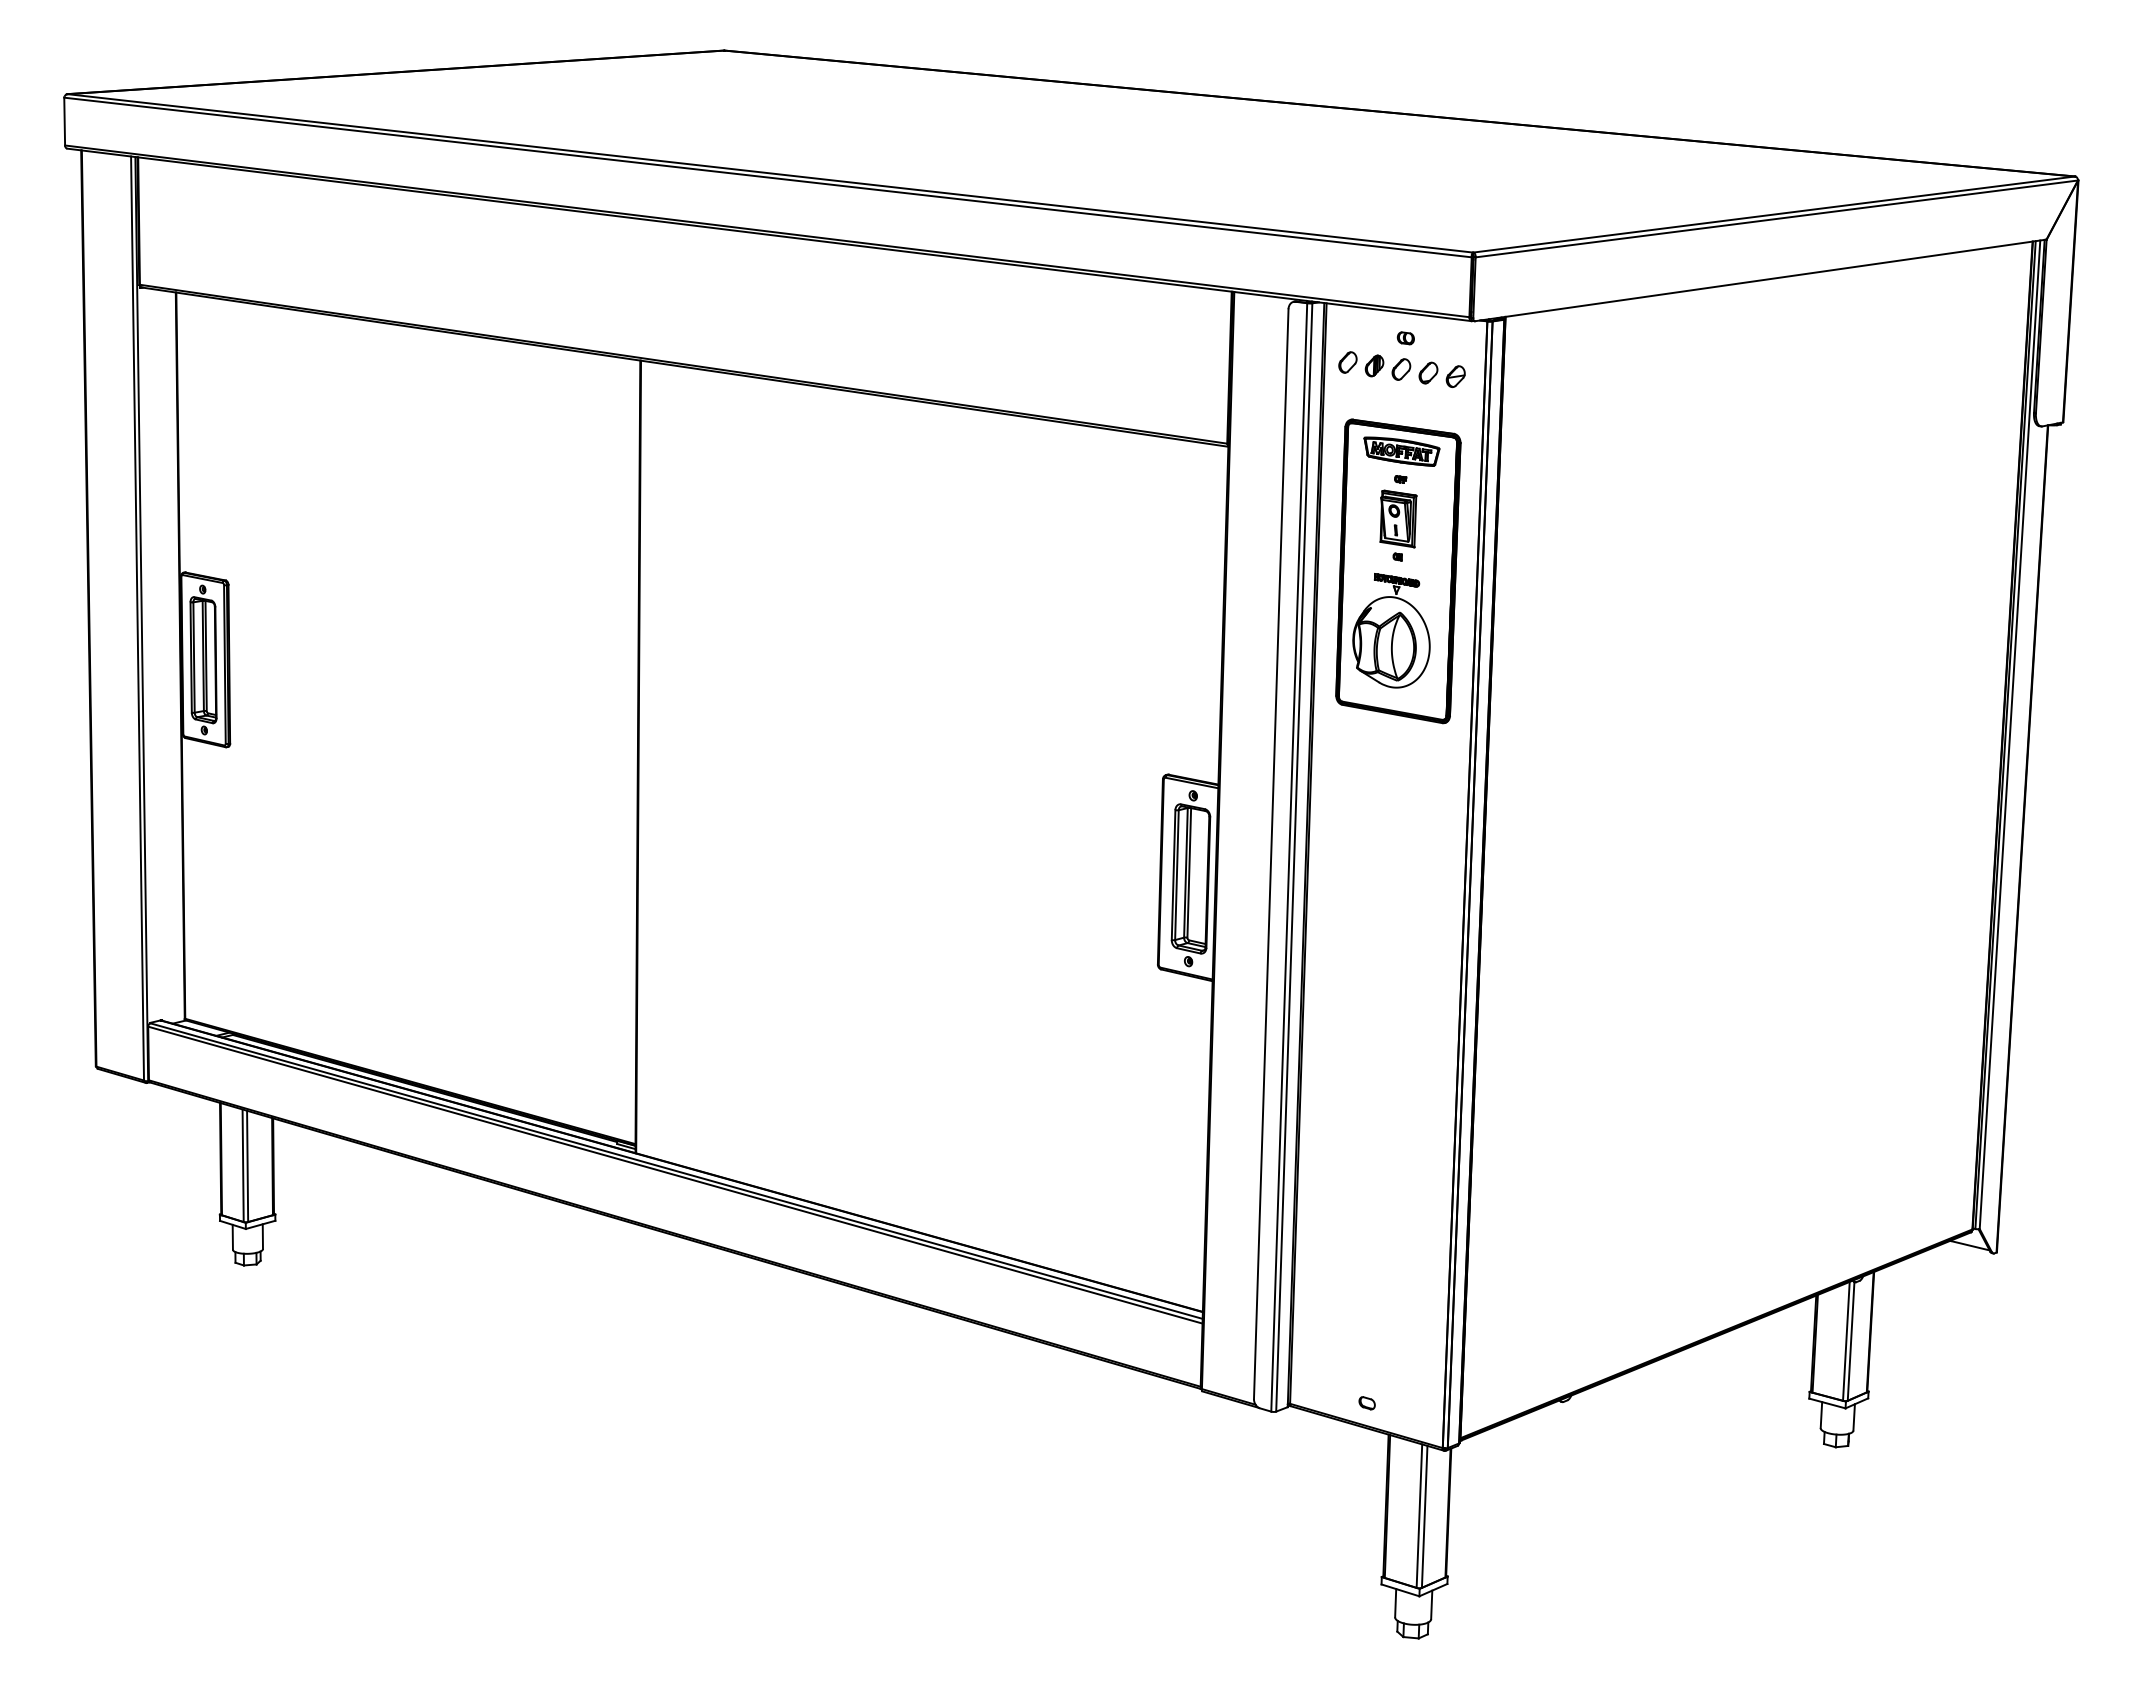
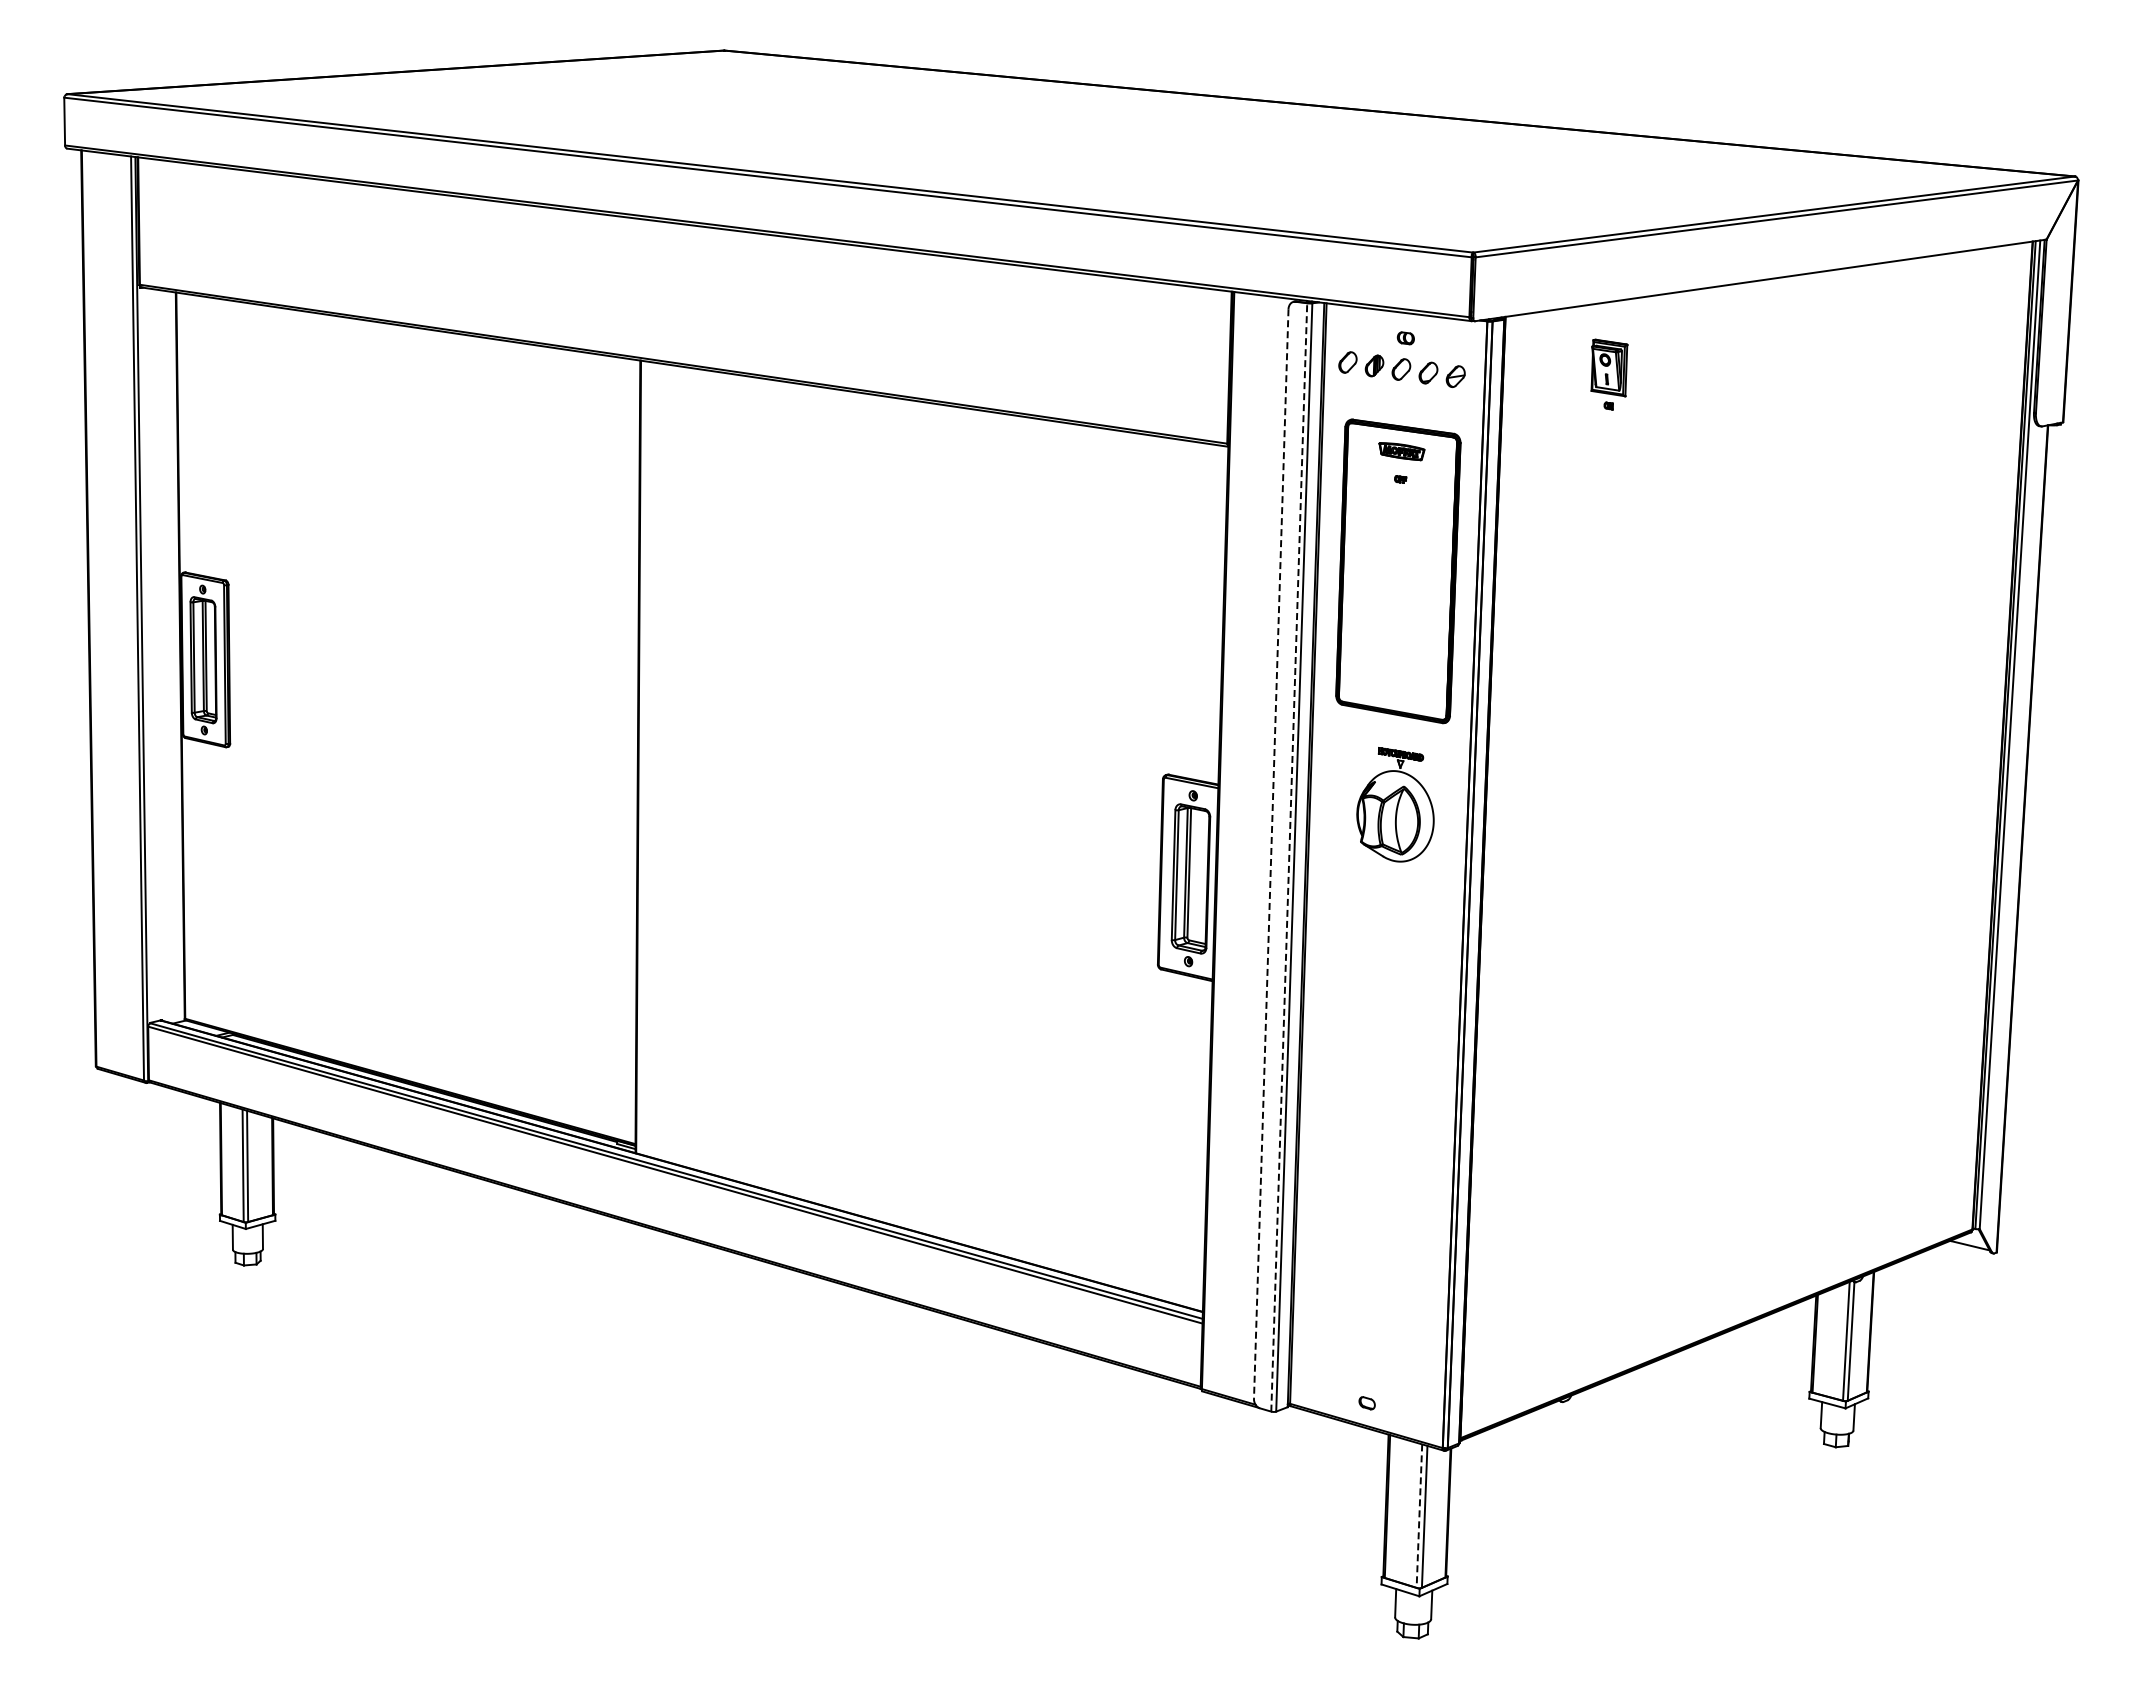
part at (1401, 451) size: 78x31 px -> 48x20 px
part at (1398, 525) position: (1398, 525) -> (1609, 374)
part at (1391, 630) position: (1391, 630) -> (1395, 804)
line at (1271, 854): solid -> dashed
line at (1289, 856): solid -> dashed
line at (1419, 1516): solid -> dashed
